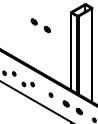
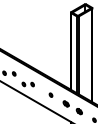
part at (40, 25): present -> none
